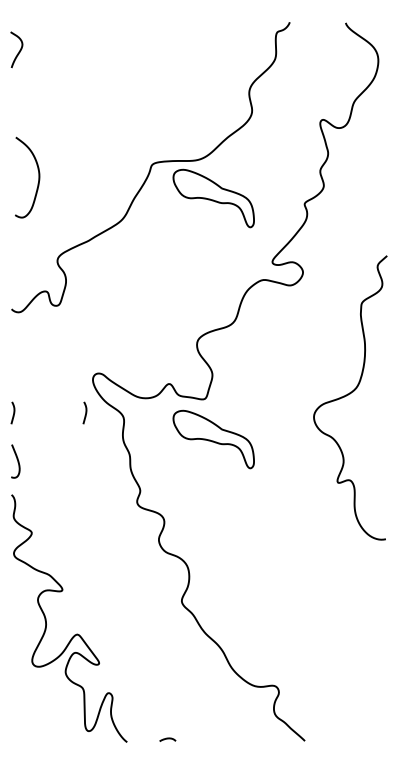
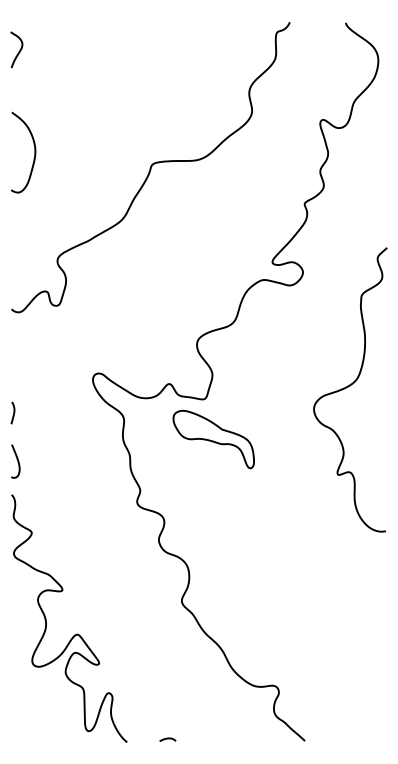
curve at (38, 177) position: (38, 177) -> (34, 152)
part at (213, 198): present -> none
curve at (348, 395) position: (348, 395) -> (348, 387)
curve at (85, 412): present -> none
